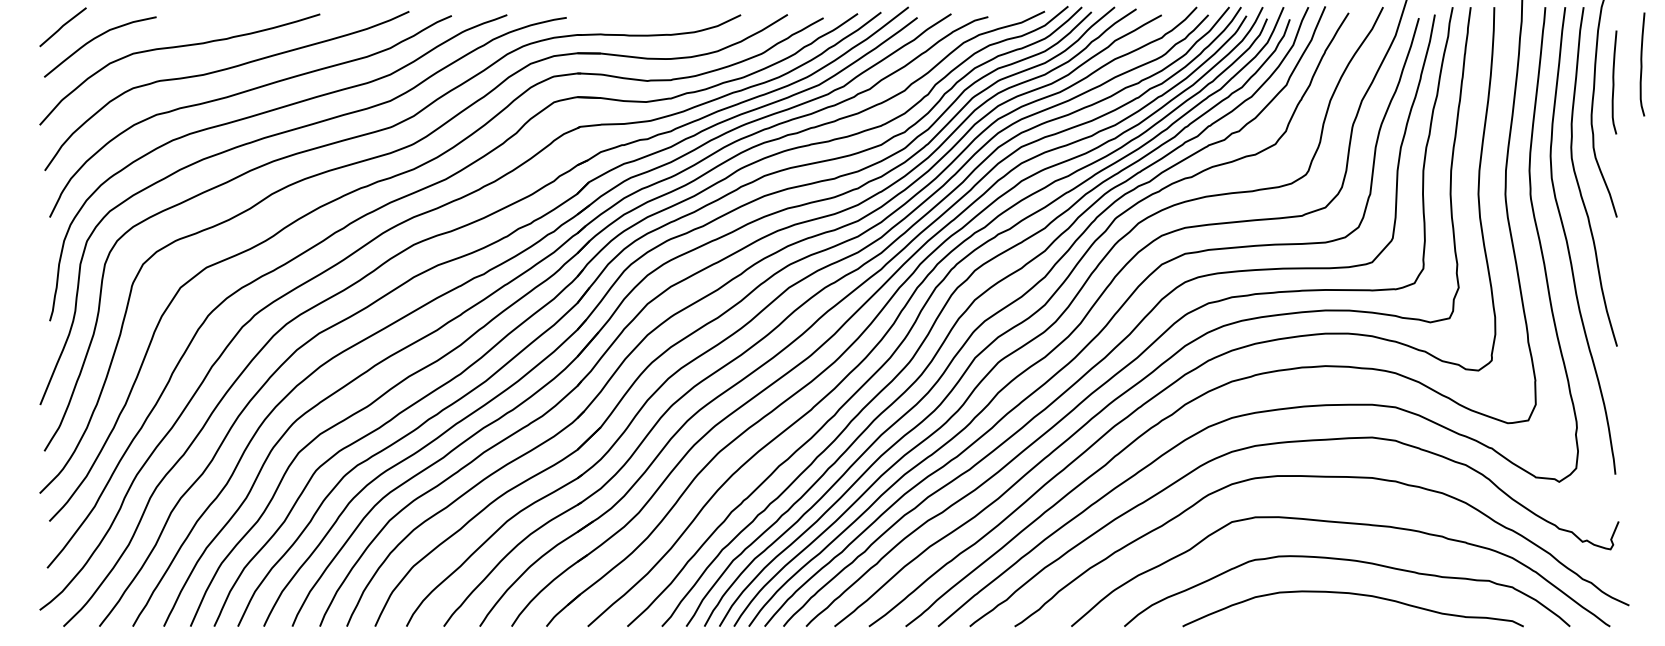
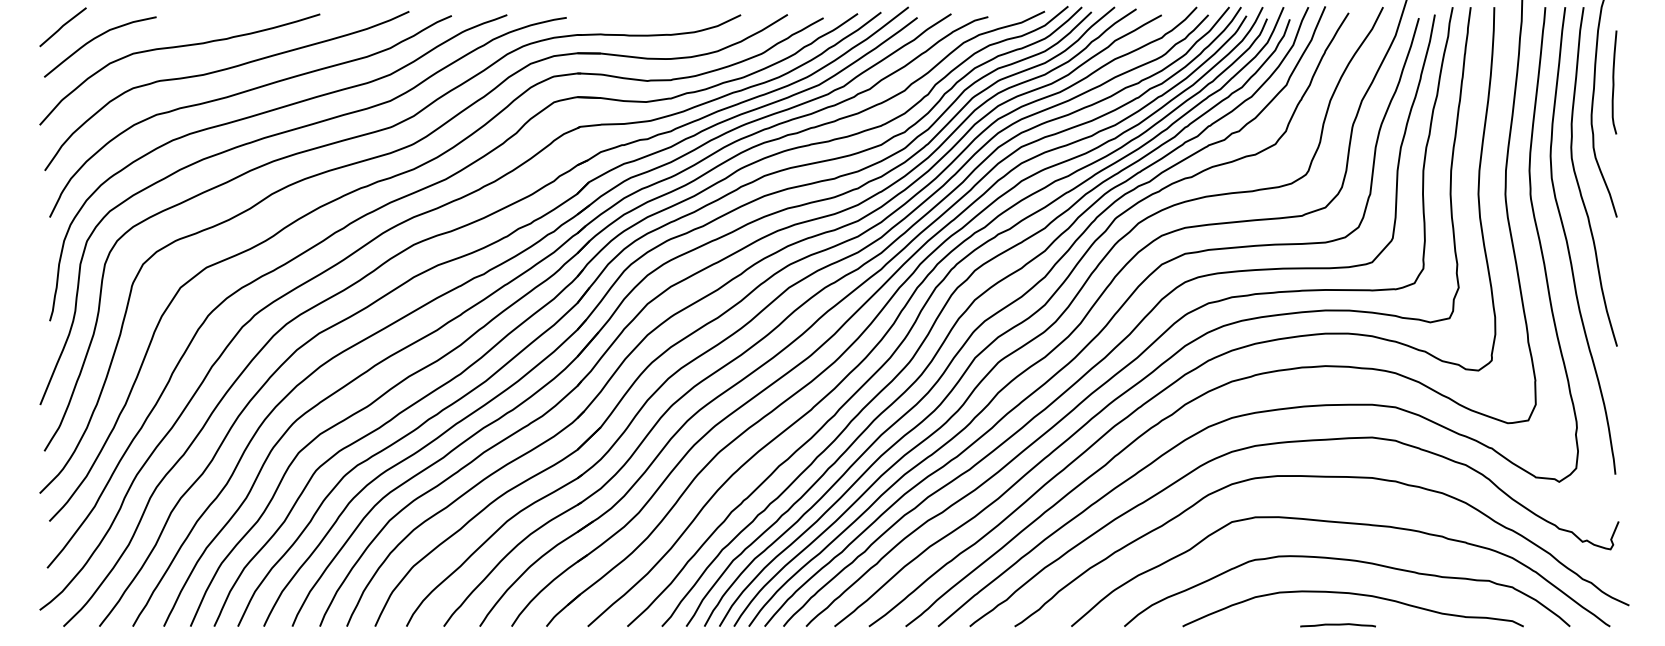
curve at (1642, 64): present -> none
curve at (1337, 625): none -> present
